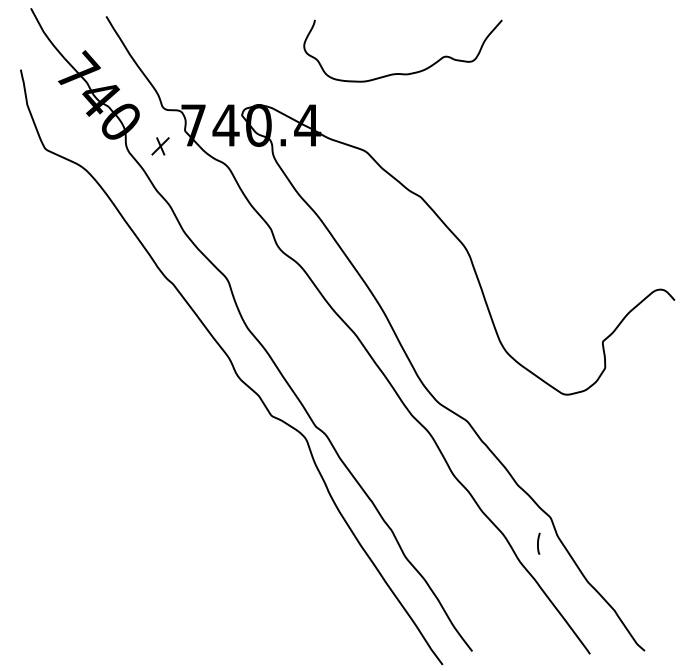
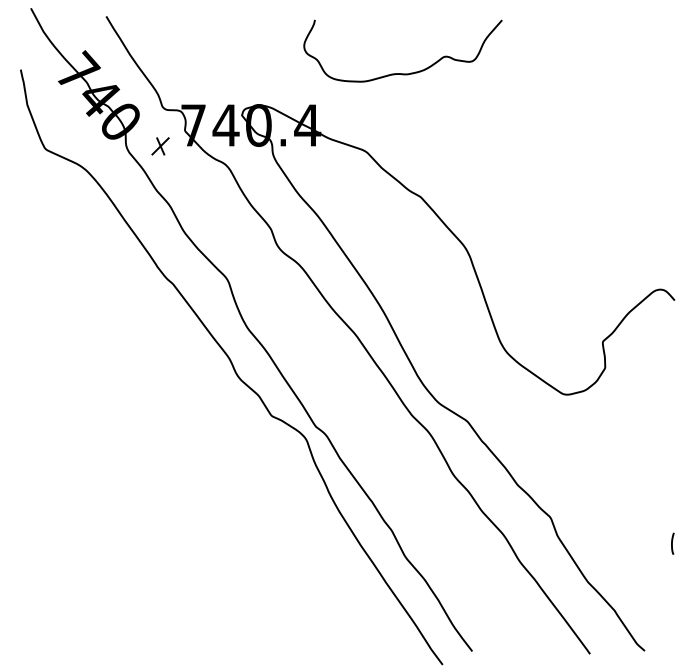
curve at (538, 543) position: (538, 543) -> (672, 543)
